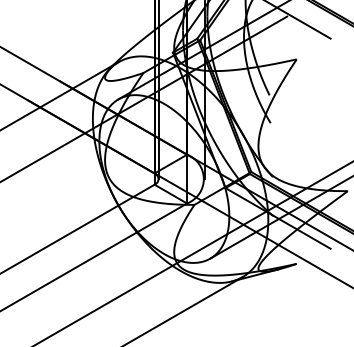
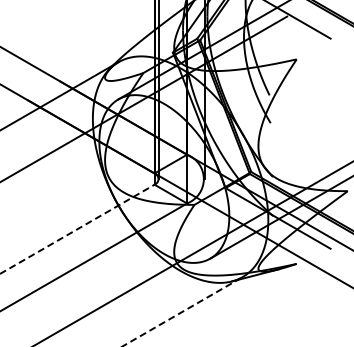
line at (77, 229): solid -> dashed
line at (182, 311): solid -> dashed
